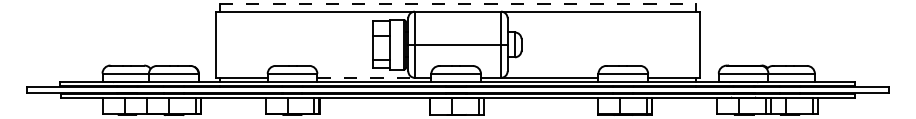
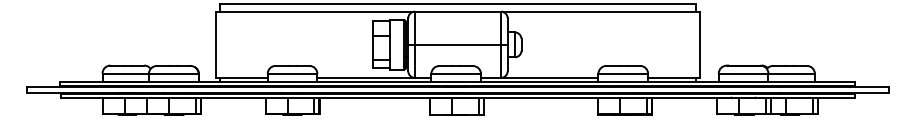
line at (458, 3): dashed -> solid
line at (366, 77): dashed -> solid
